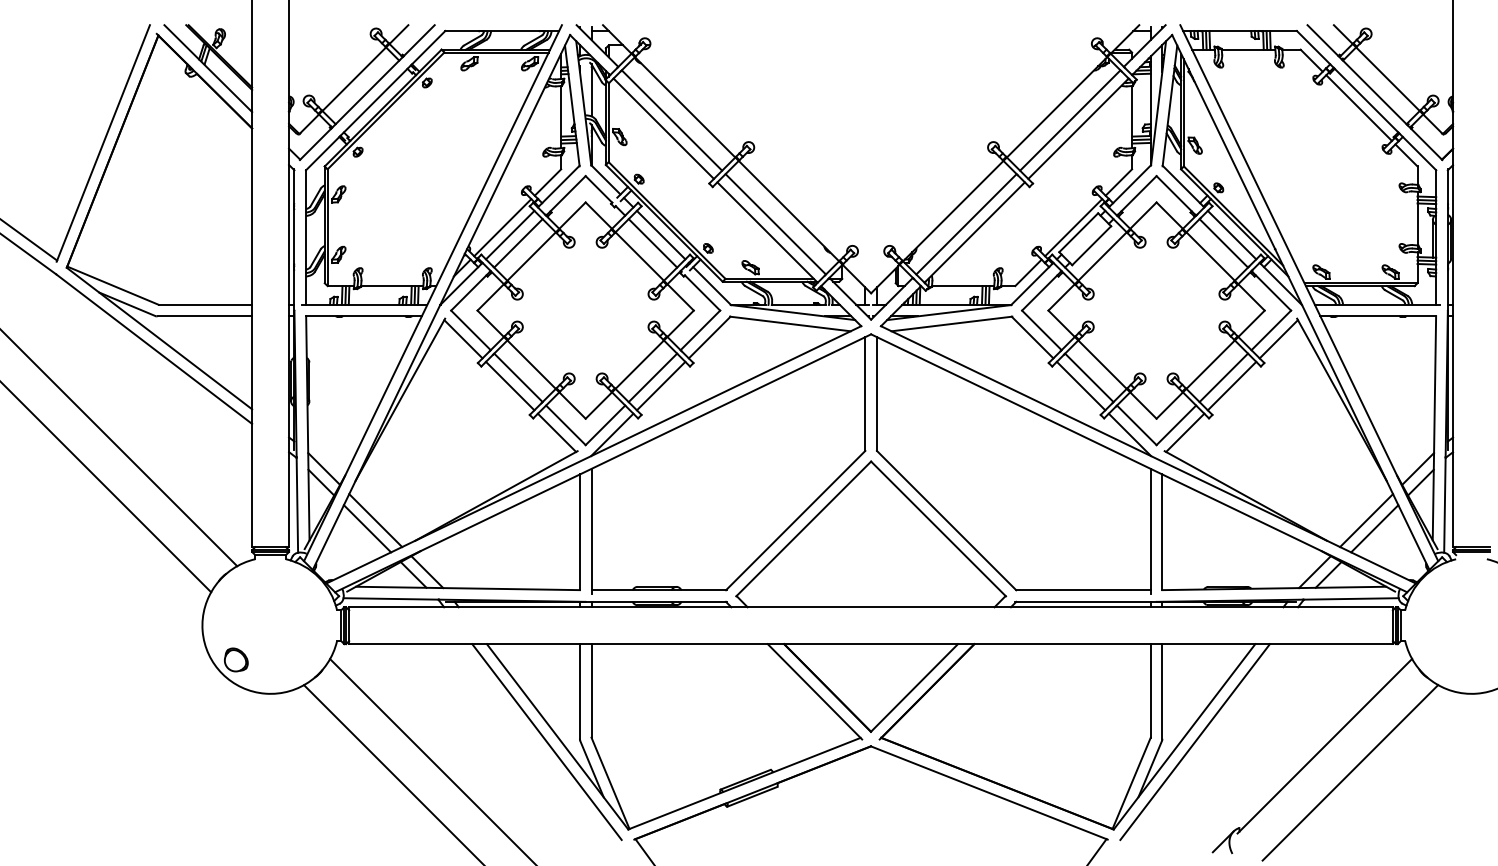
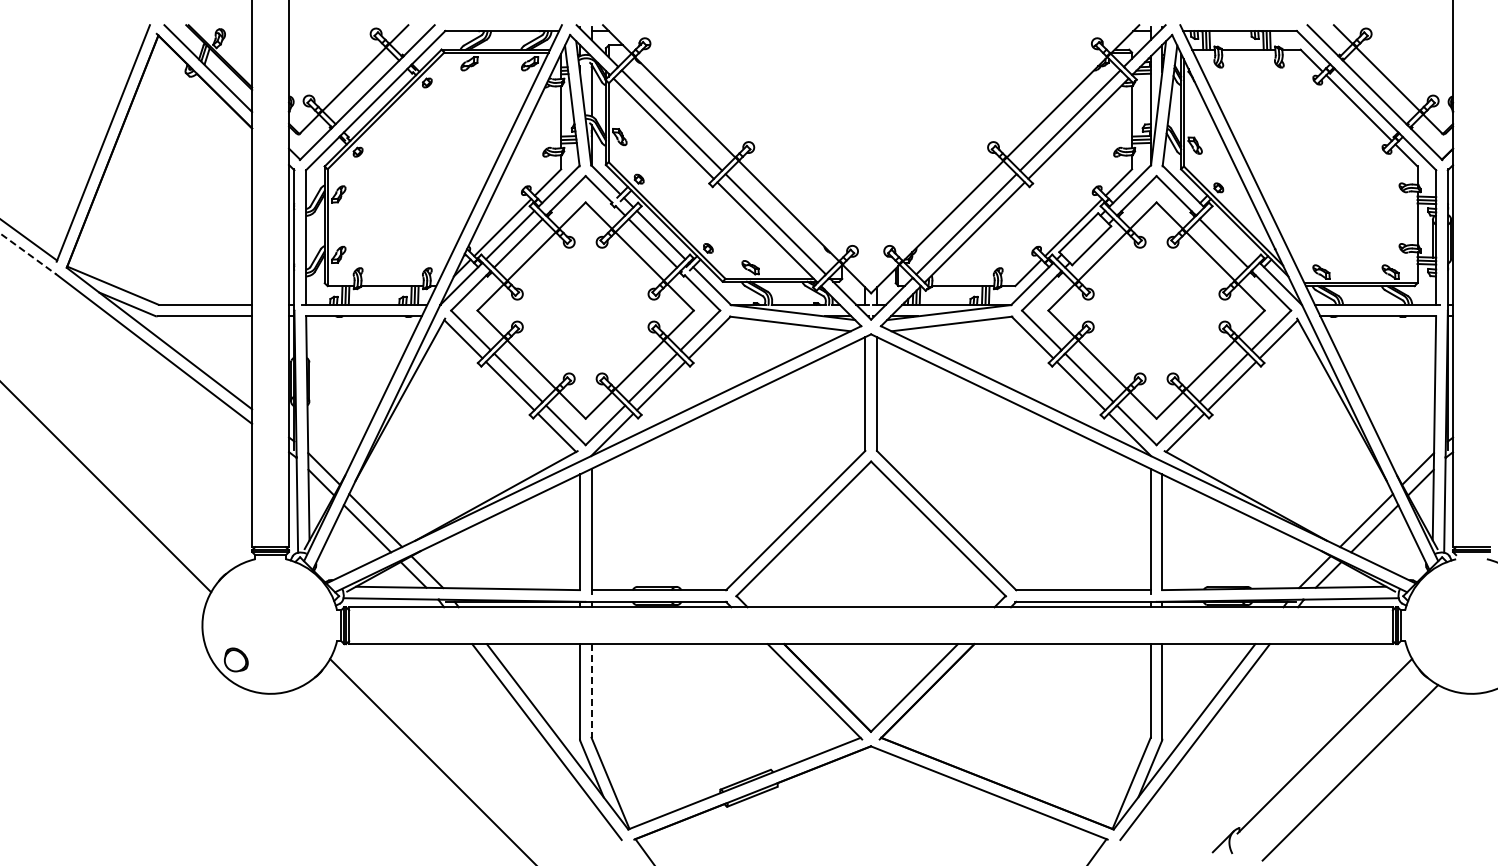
line at (1231, 234): present -> none
line at (28, 254): solid -> dashed
line at (119, 448): present -> none
line at (591, 690): solid -> dashed
line at (392, 773): present -> none
